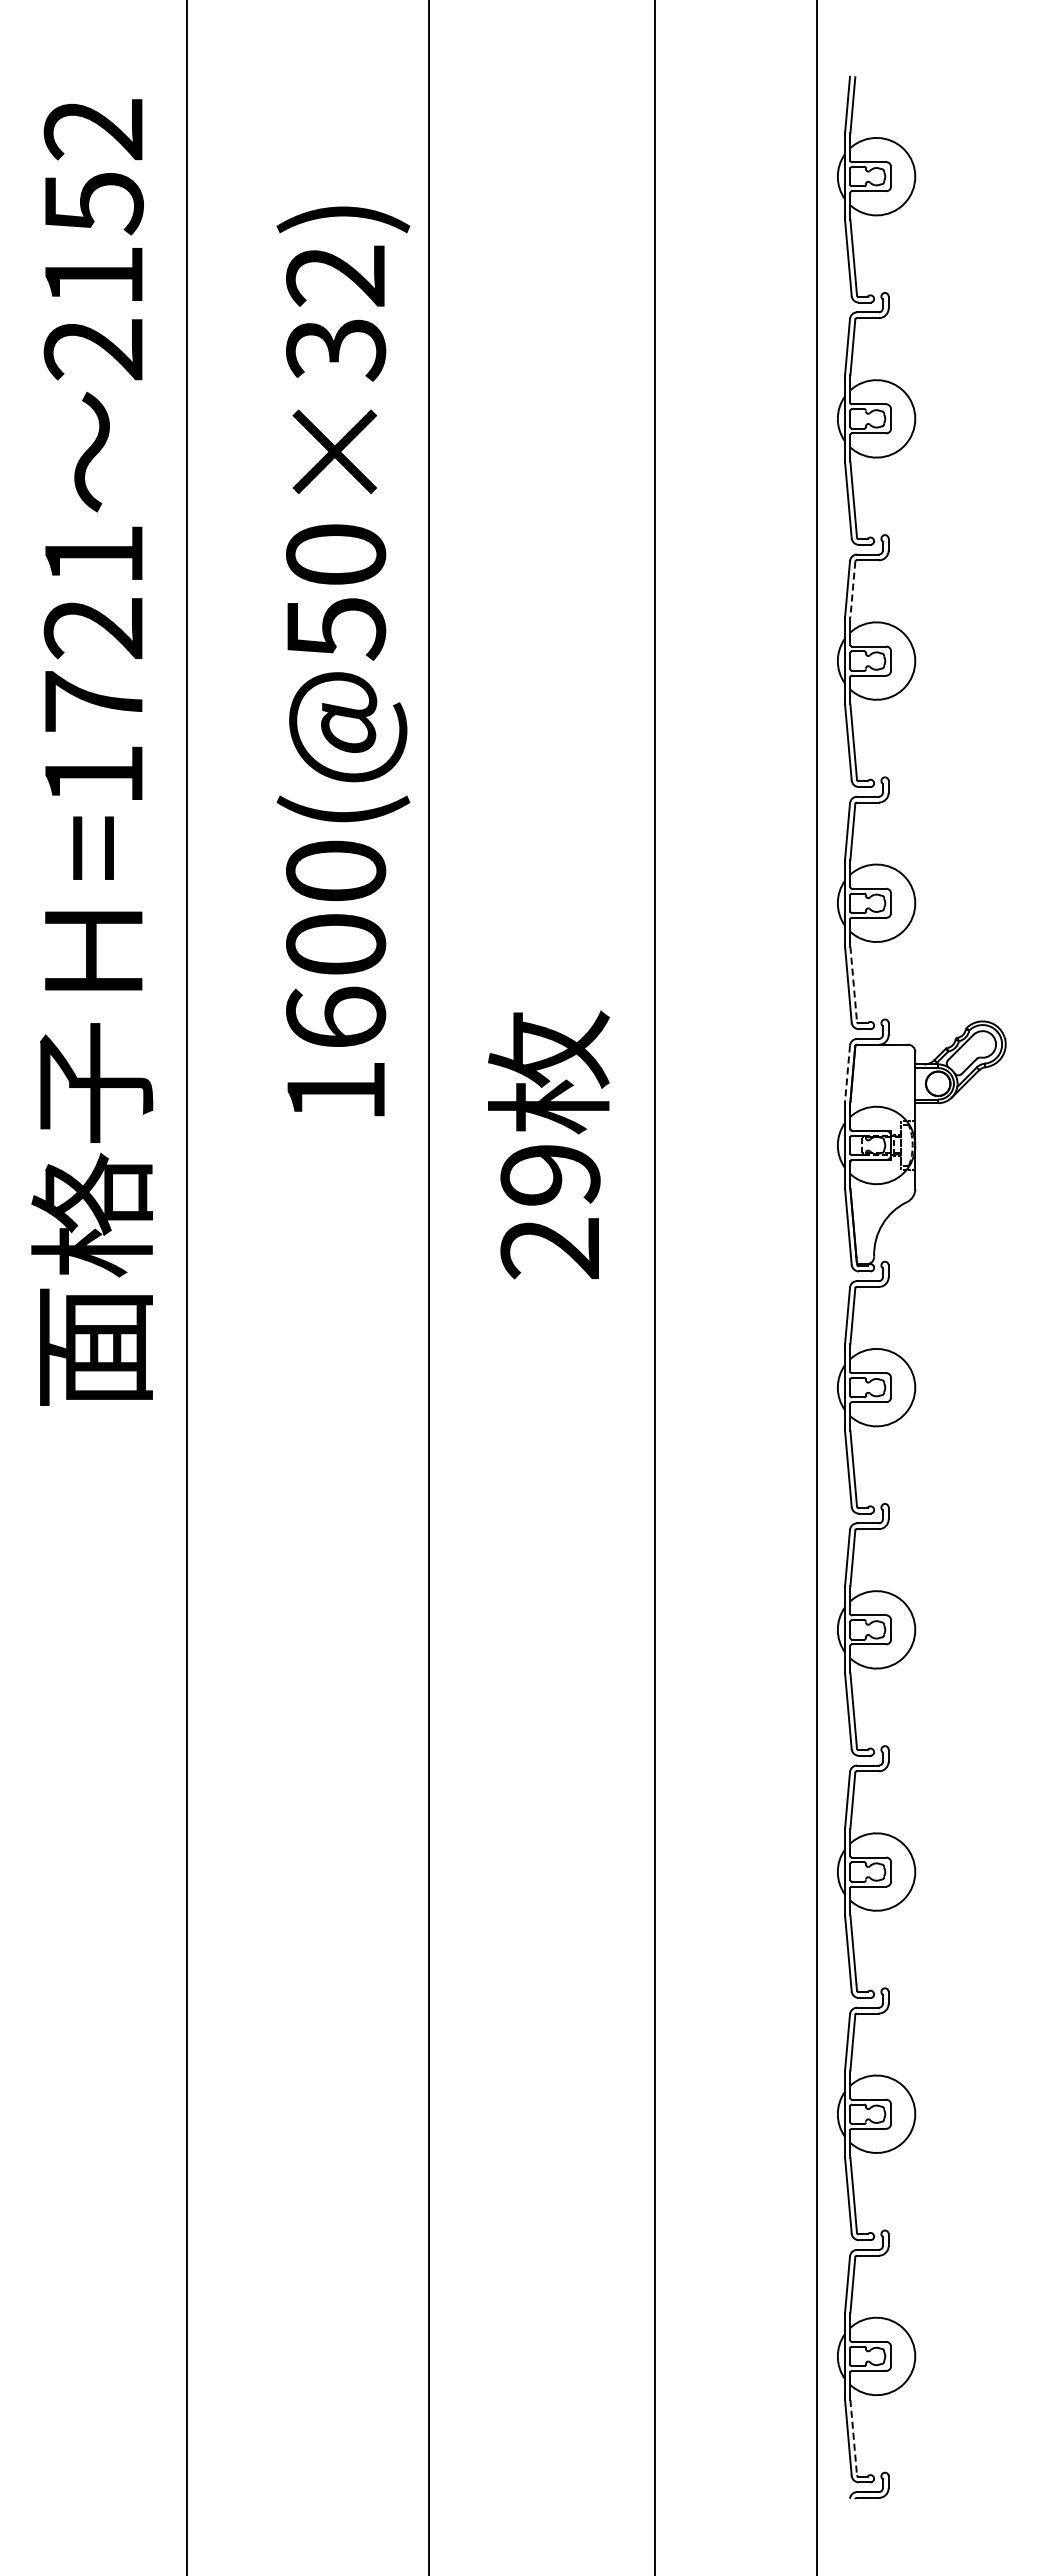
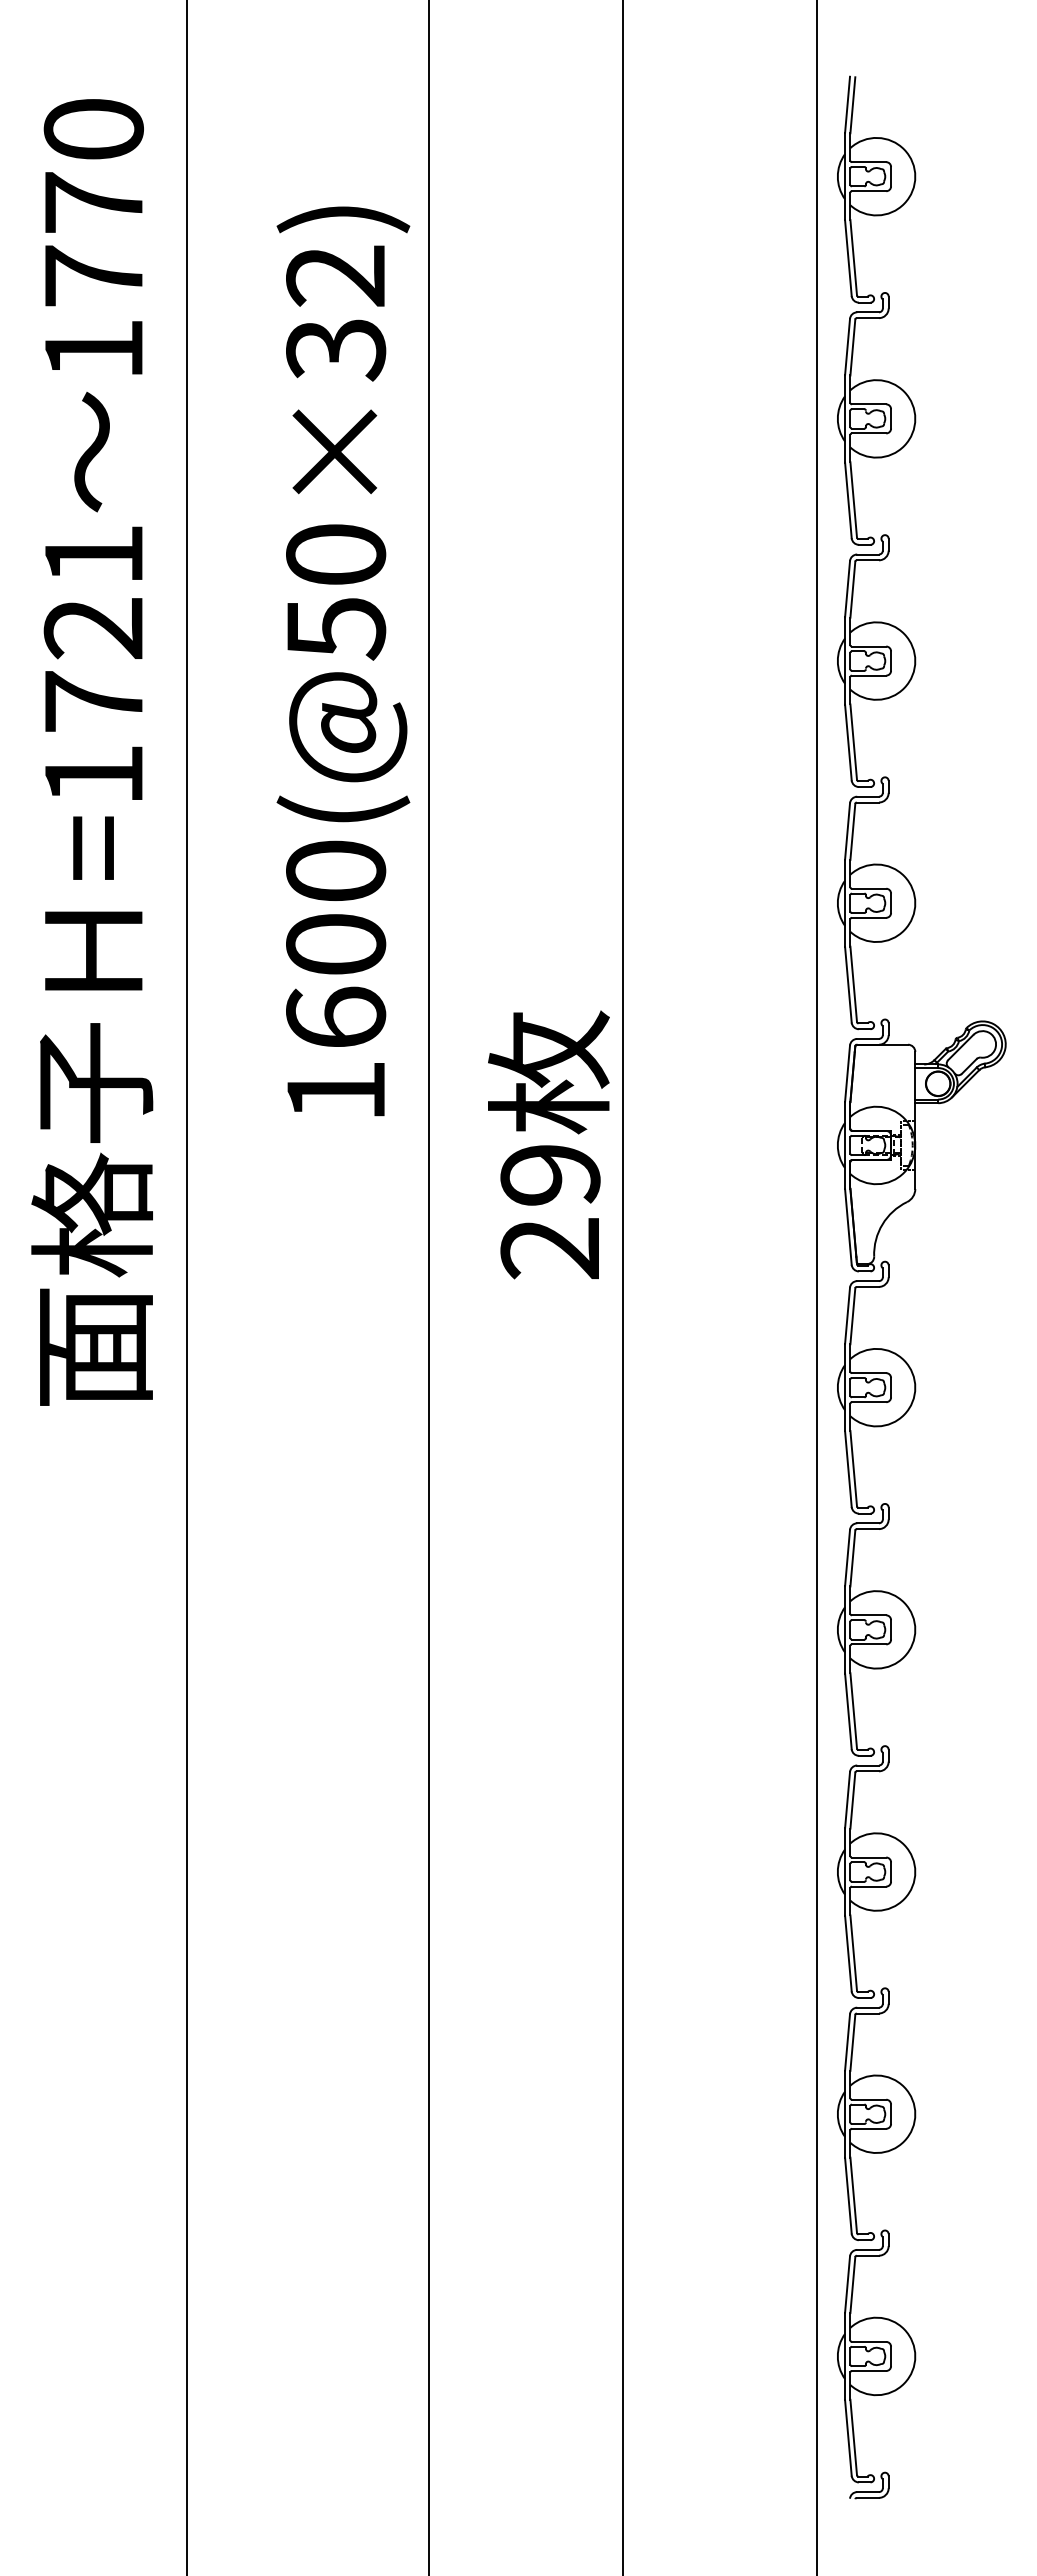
text at (93, 239): 2152 -> 1770
line at (852, 590): dashed -> solid
line at (853, 984): dashed -> solid
line at (847, 1074): dashed -> solid
line at (655, 1287) position: (655, 1287) -> (623, 1287)
line at (853, 2437): dashed -> solid
